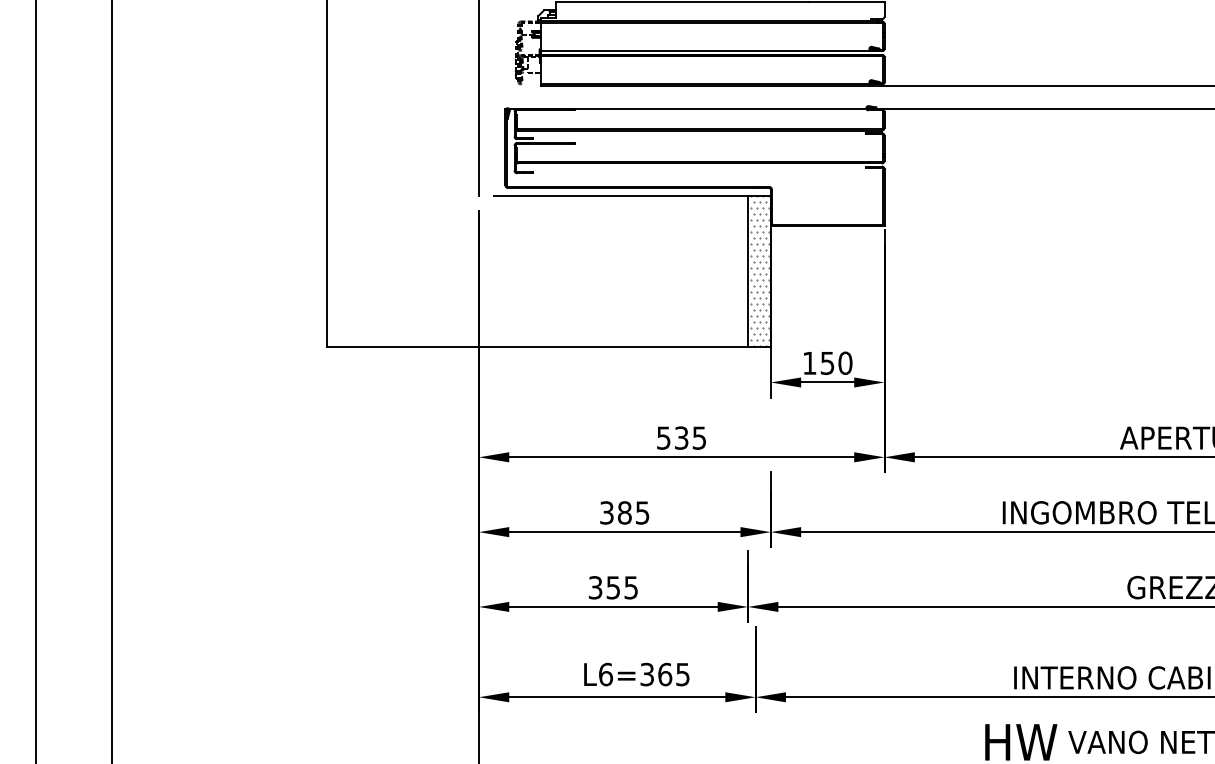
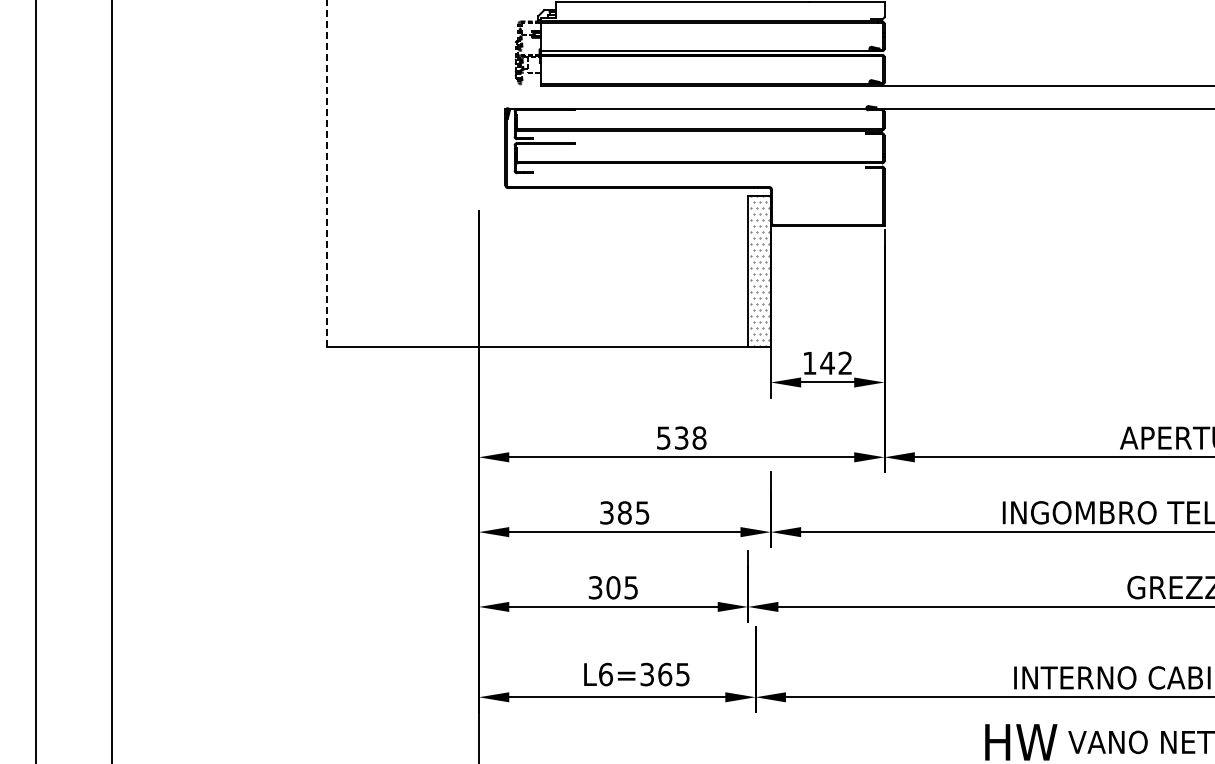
line at (478, 98): present -> none
line at (327, 173): solid -> dashed
line at (621, 195): present -> none
text at (836, 362): 150 -> 142
text at (699, 437): 535 -> 538
text at (613, 587): 355 -> 305
